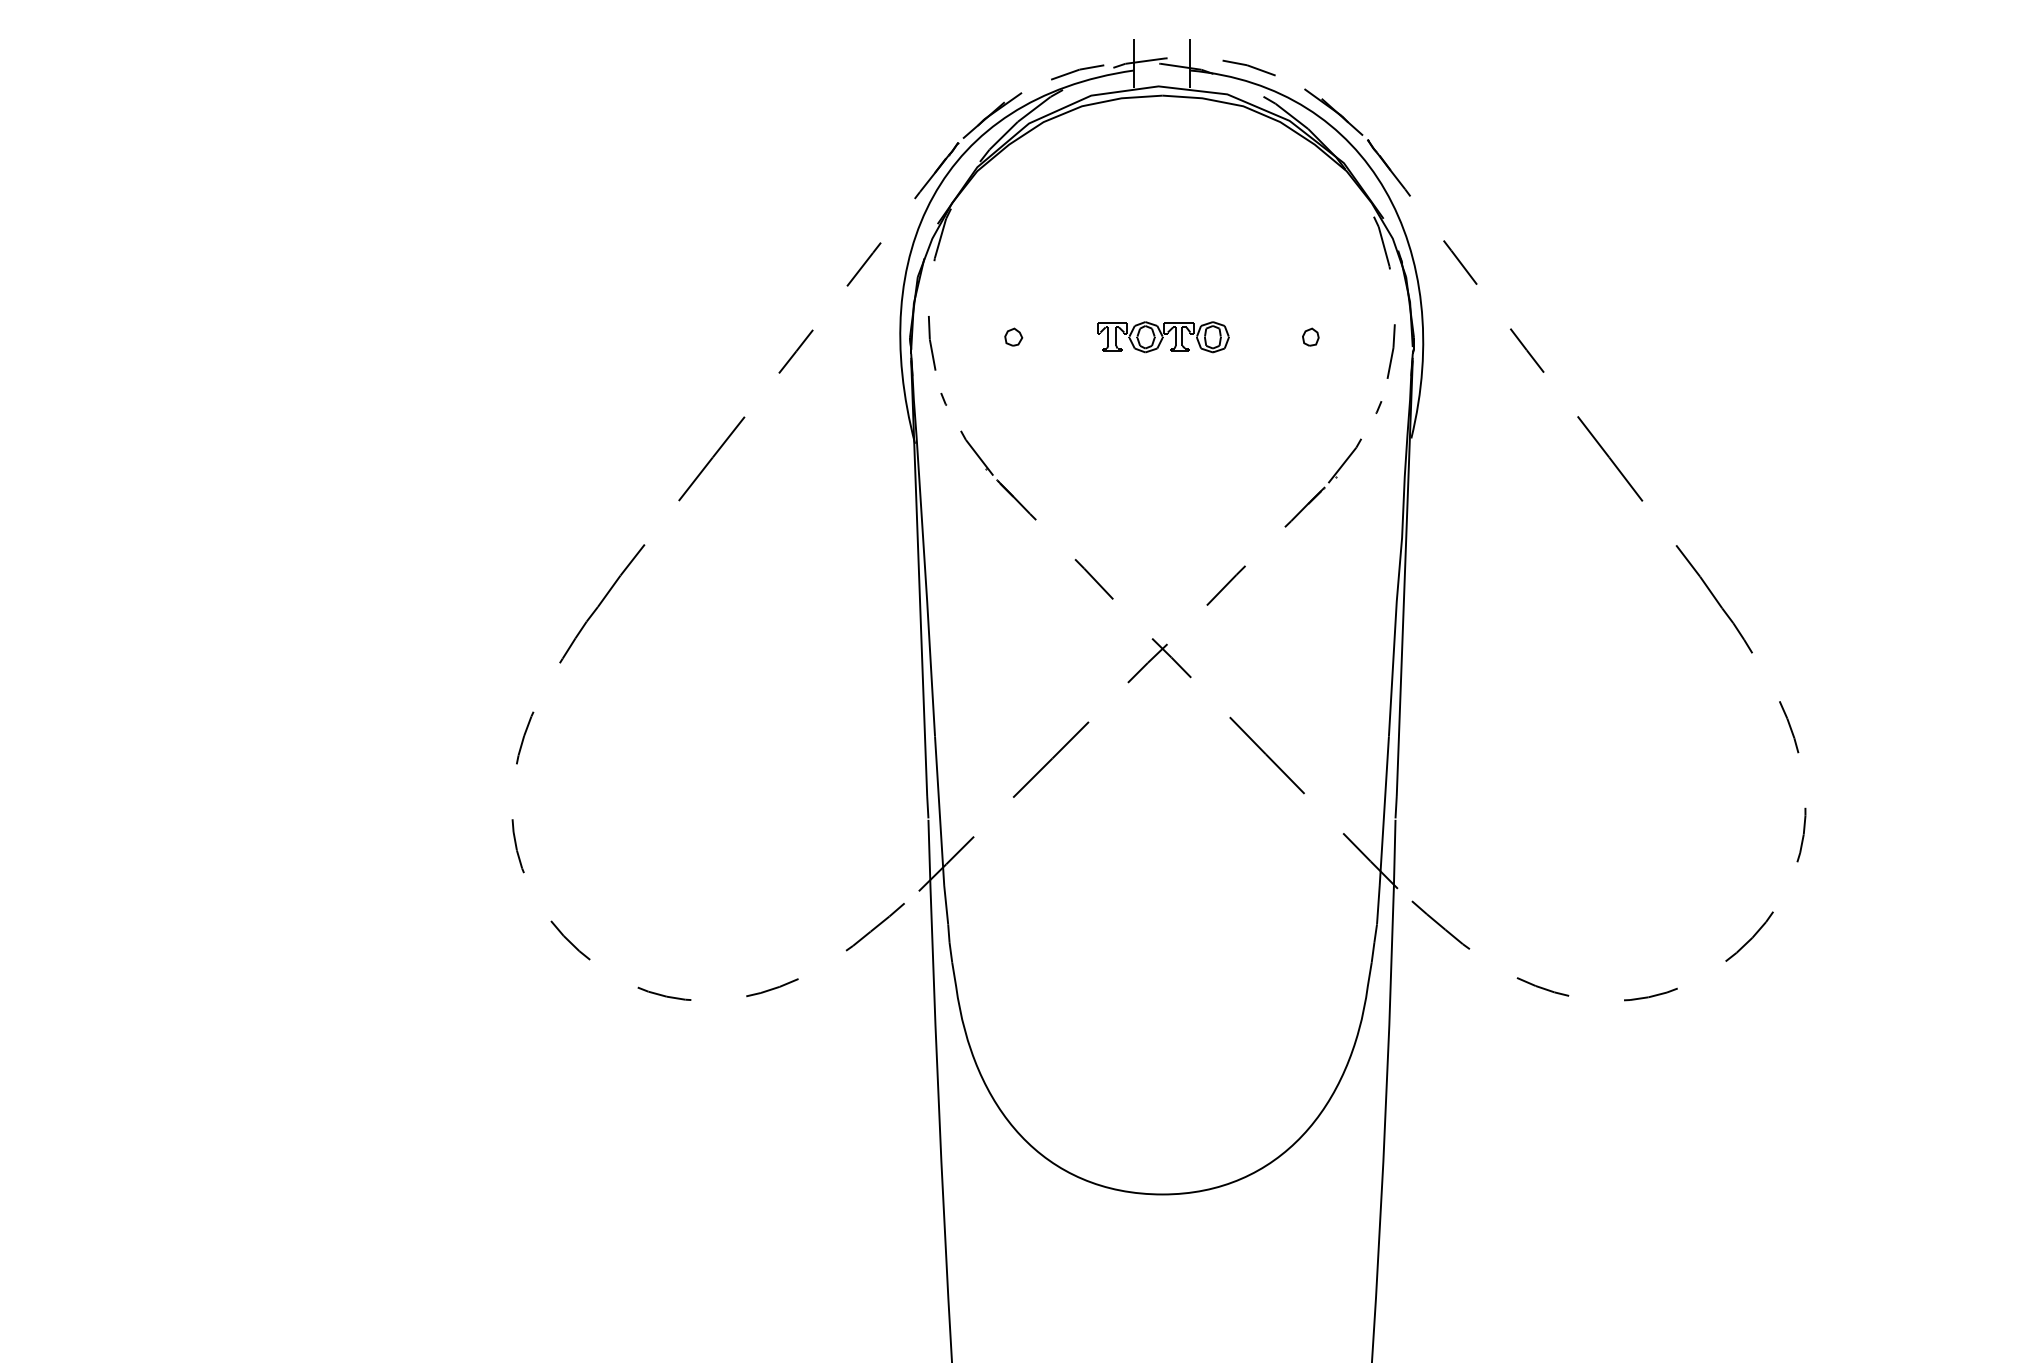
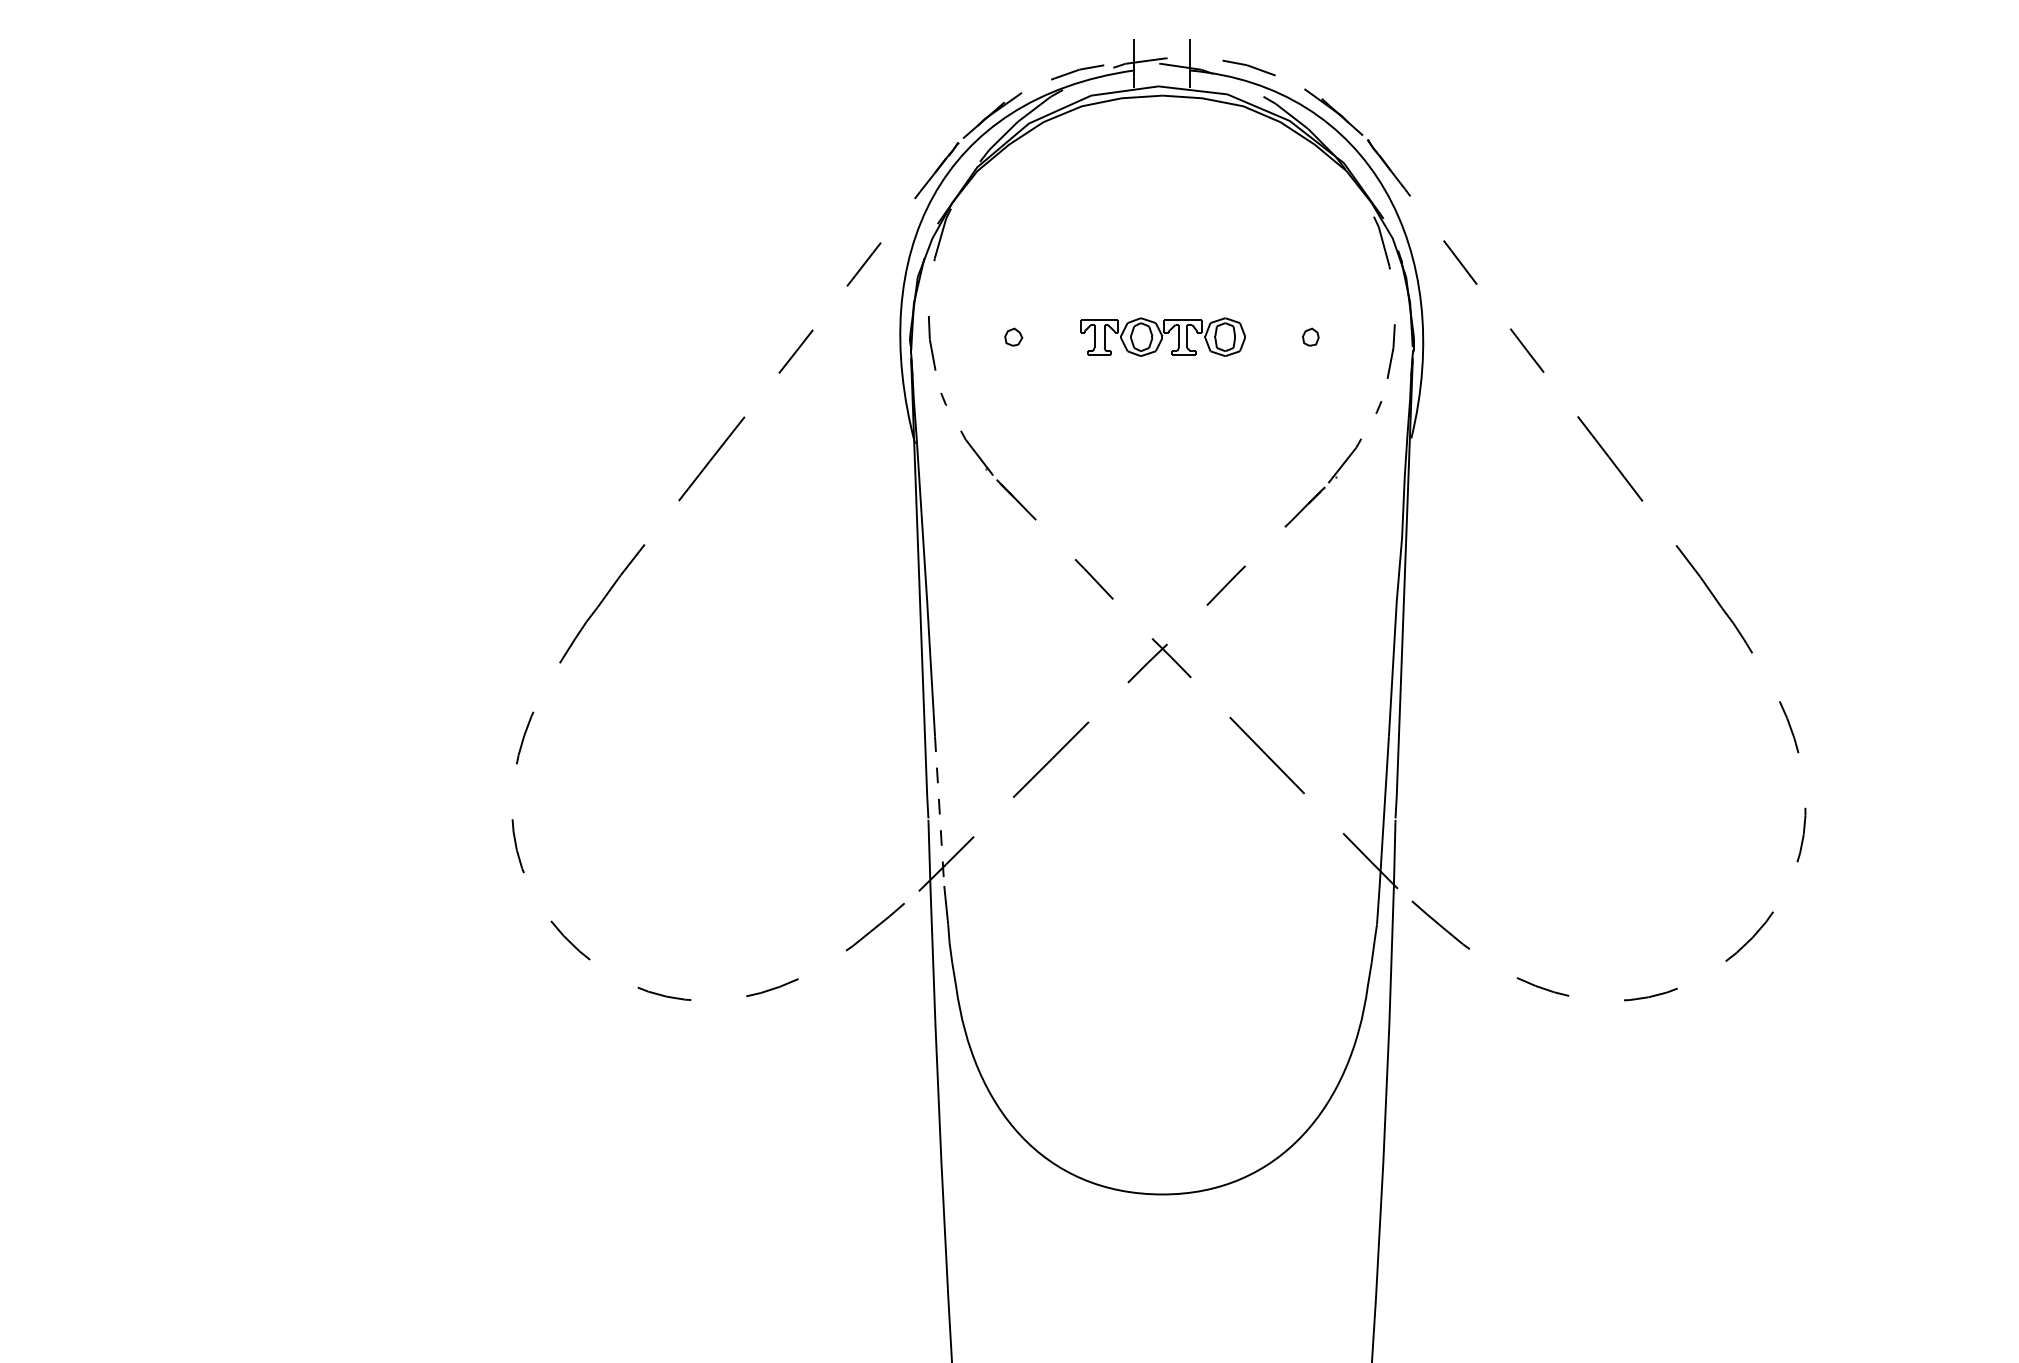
part at (1163, 337) size: 133x33 px -> 166x40 px
line at (939, 811): solid -> dashed
